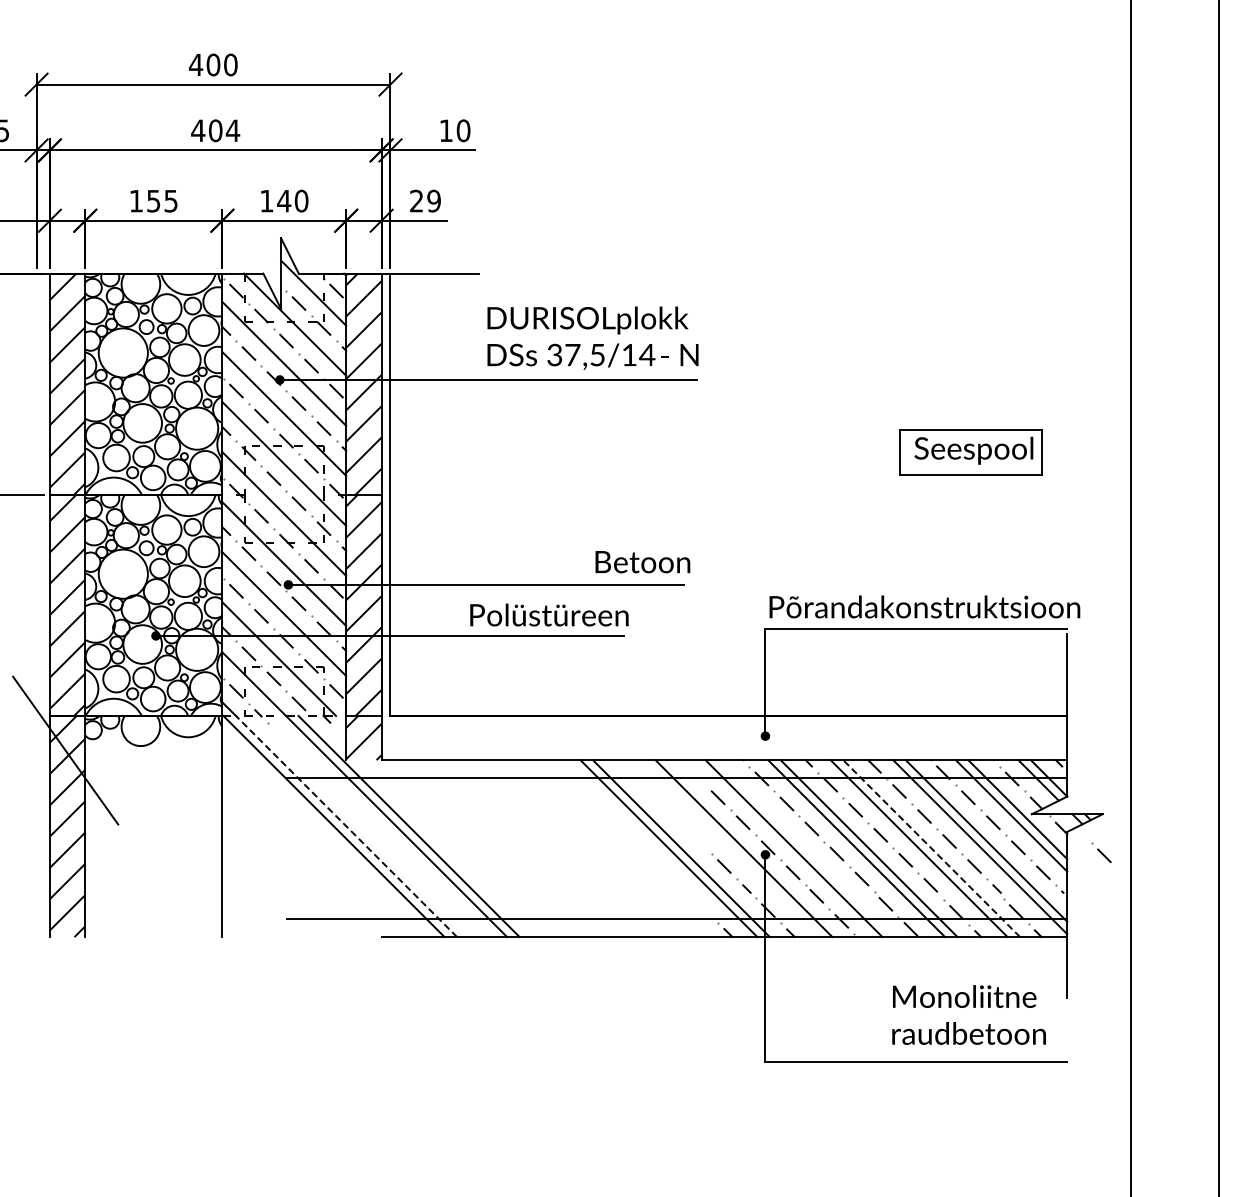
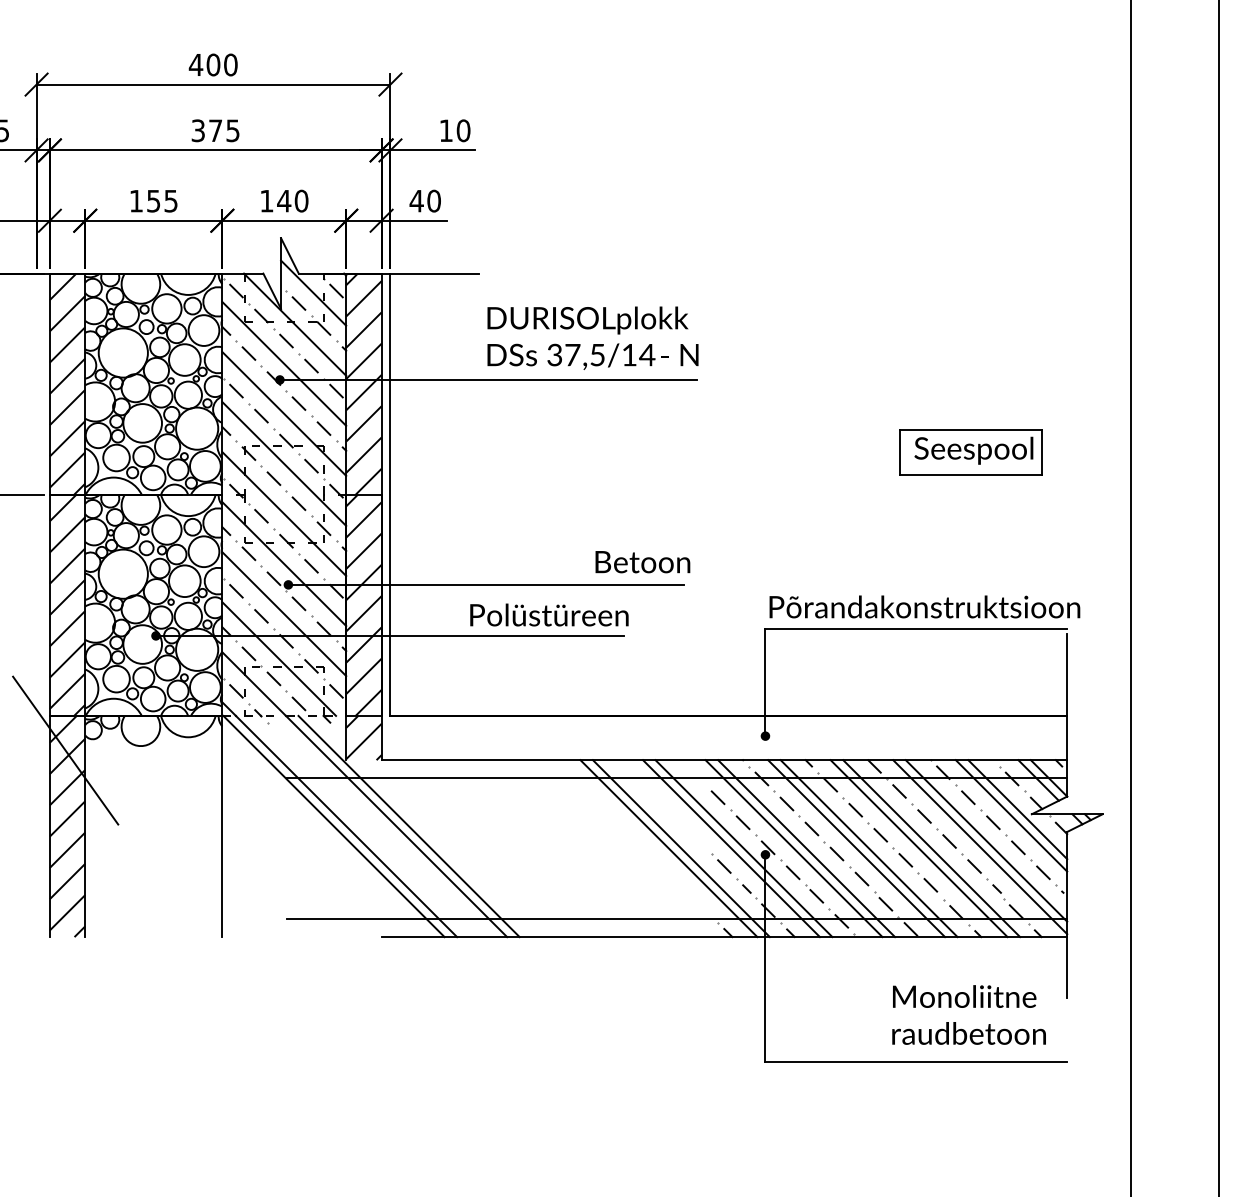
text at (215, 130): 404 -> 375
text at (424, 200): 29 -> 40
line at (346, 826): dashed -> solid
line at (731, 848): none -> present
line at (806, 848): none -> present
line at (931, 848): dashed -> solid
line at (1101, 852): present -> none
